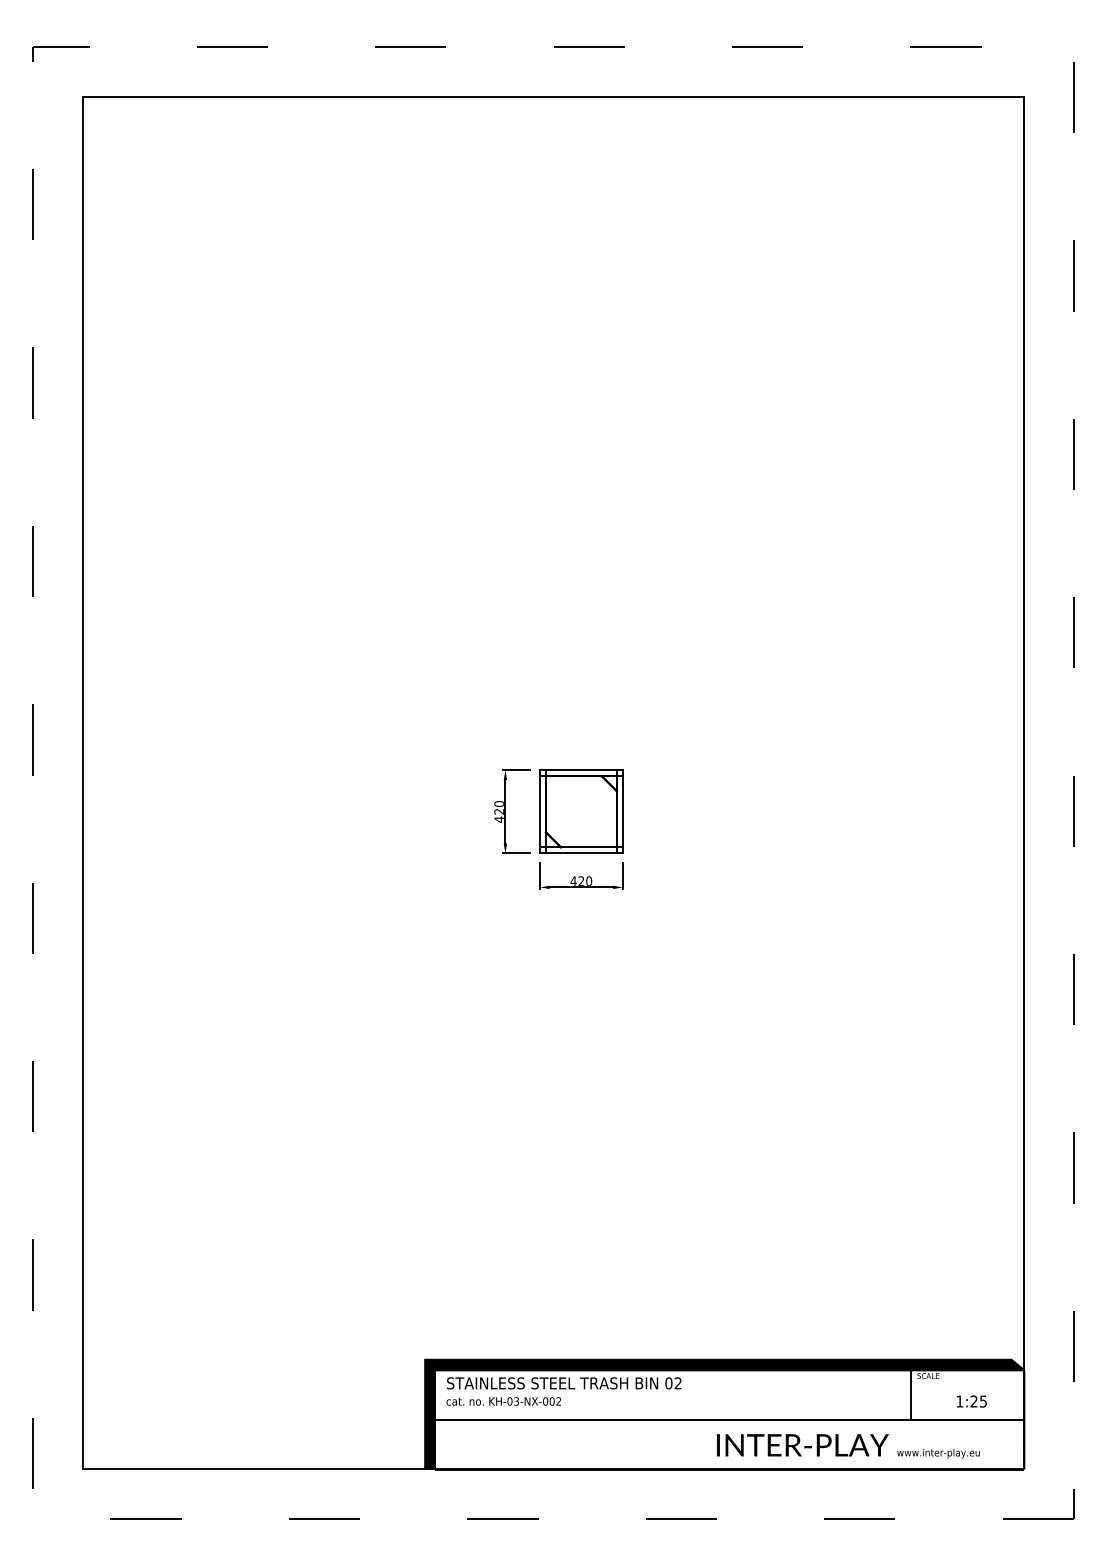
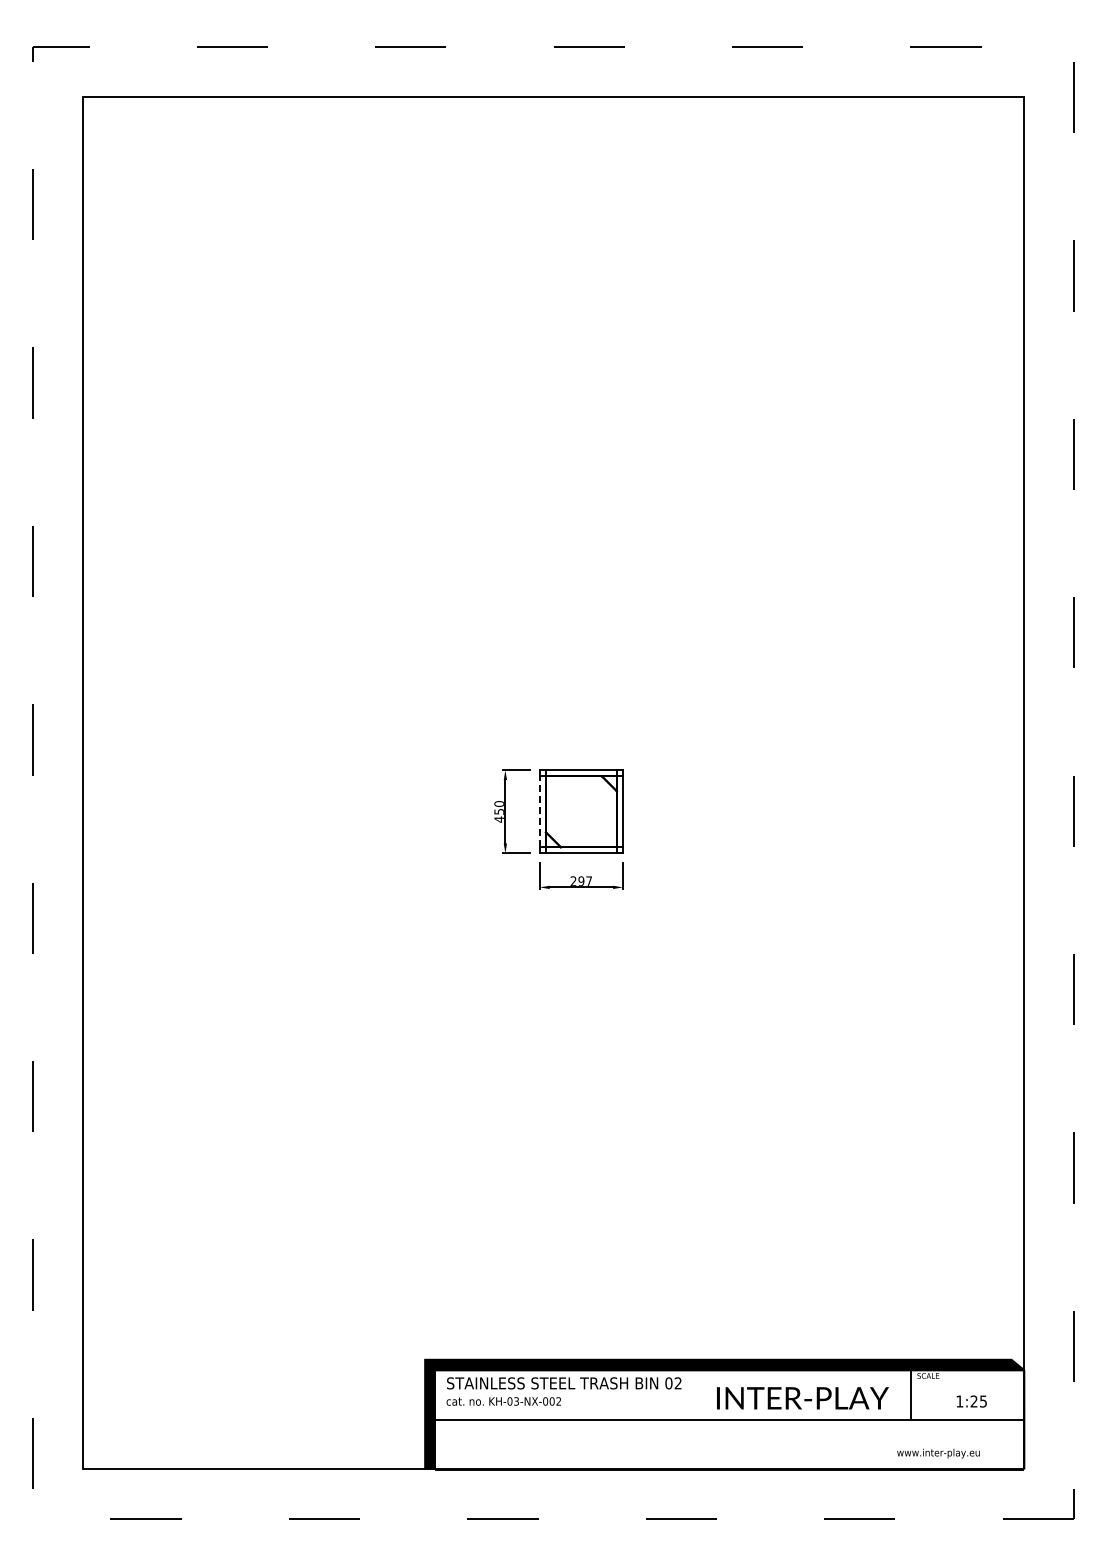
text at (498, 811): 420 -> 450
line at (539, 811): solid -> dashed
text at (581, 880): 420 -> 297
text at (802, 1445) position: (802, 1445) -> (802, 1398)
